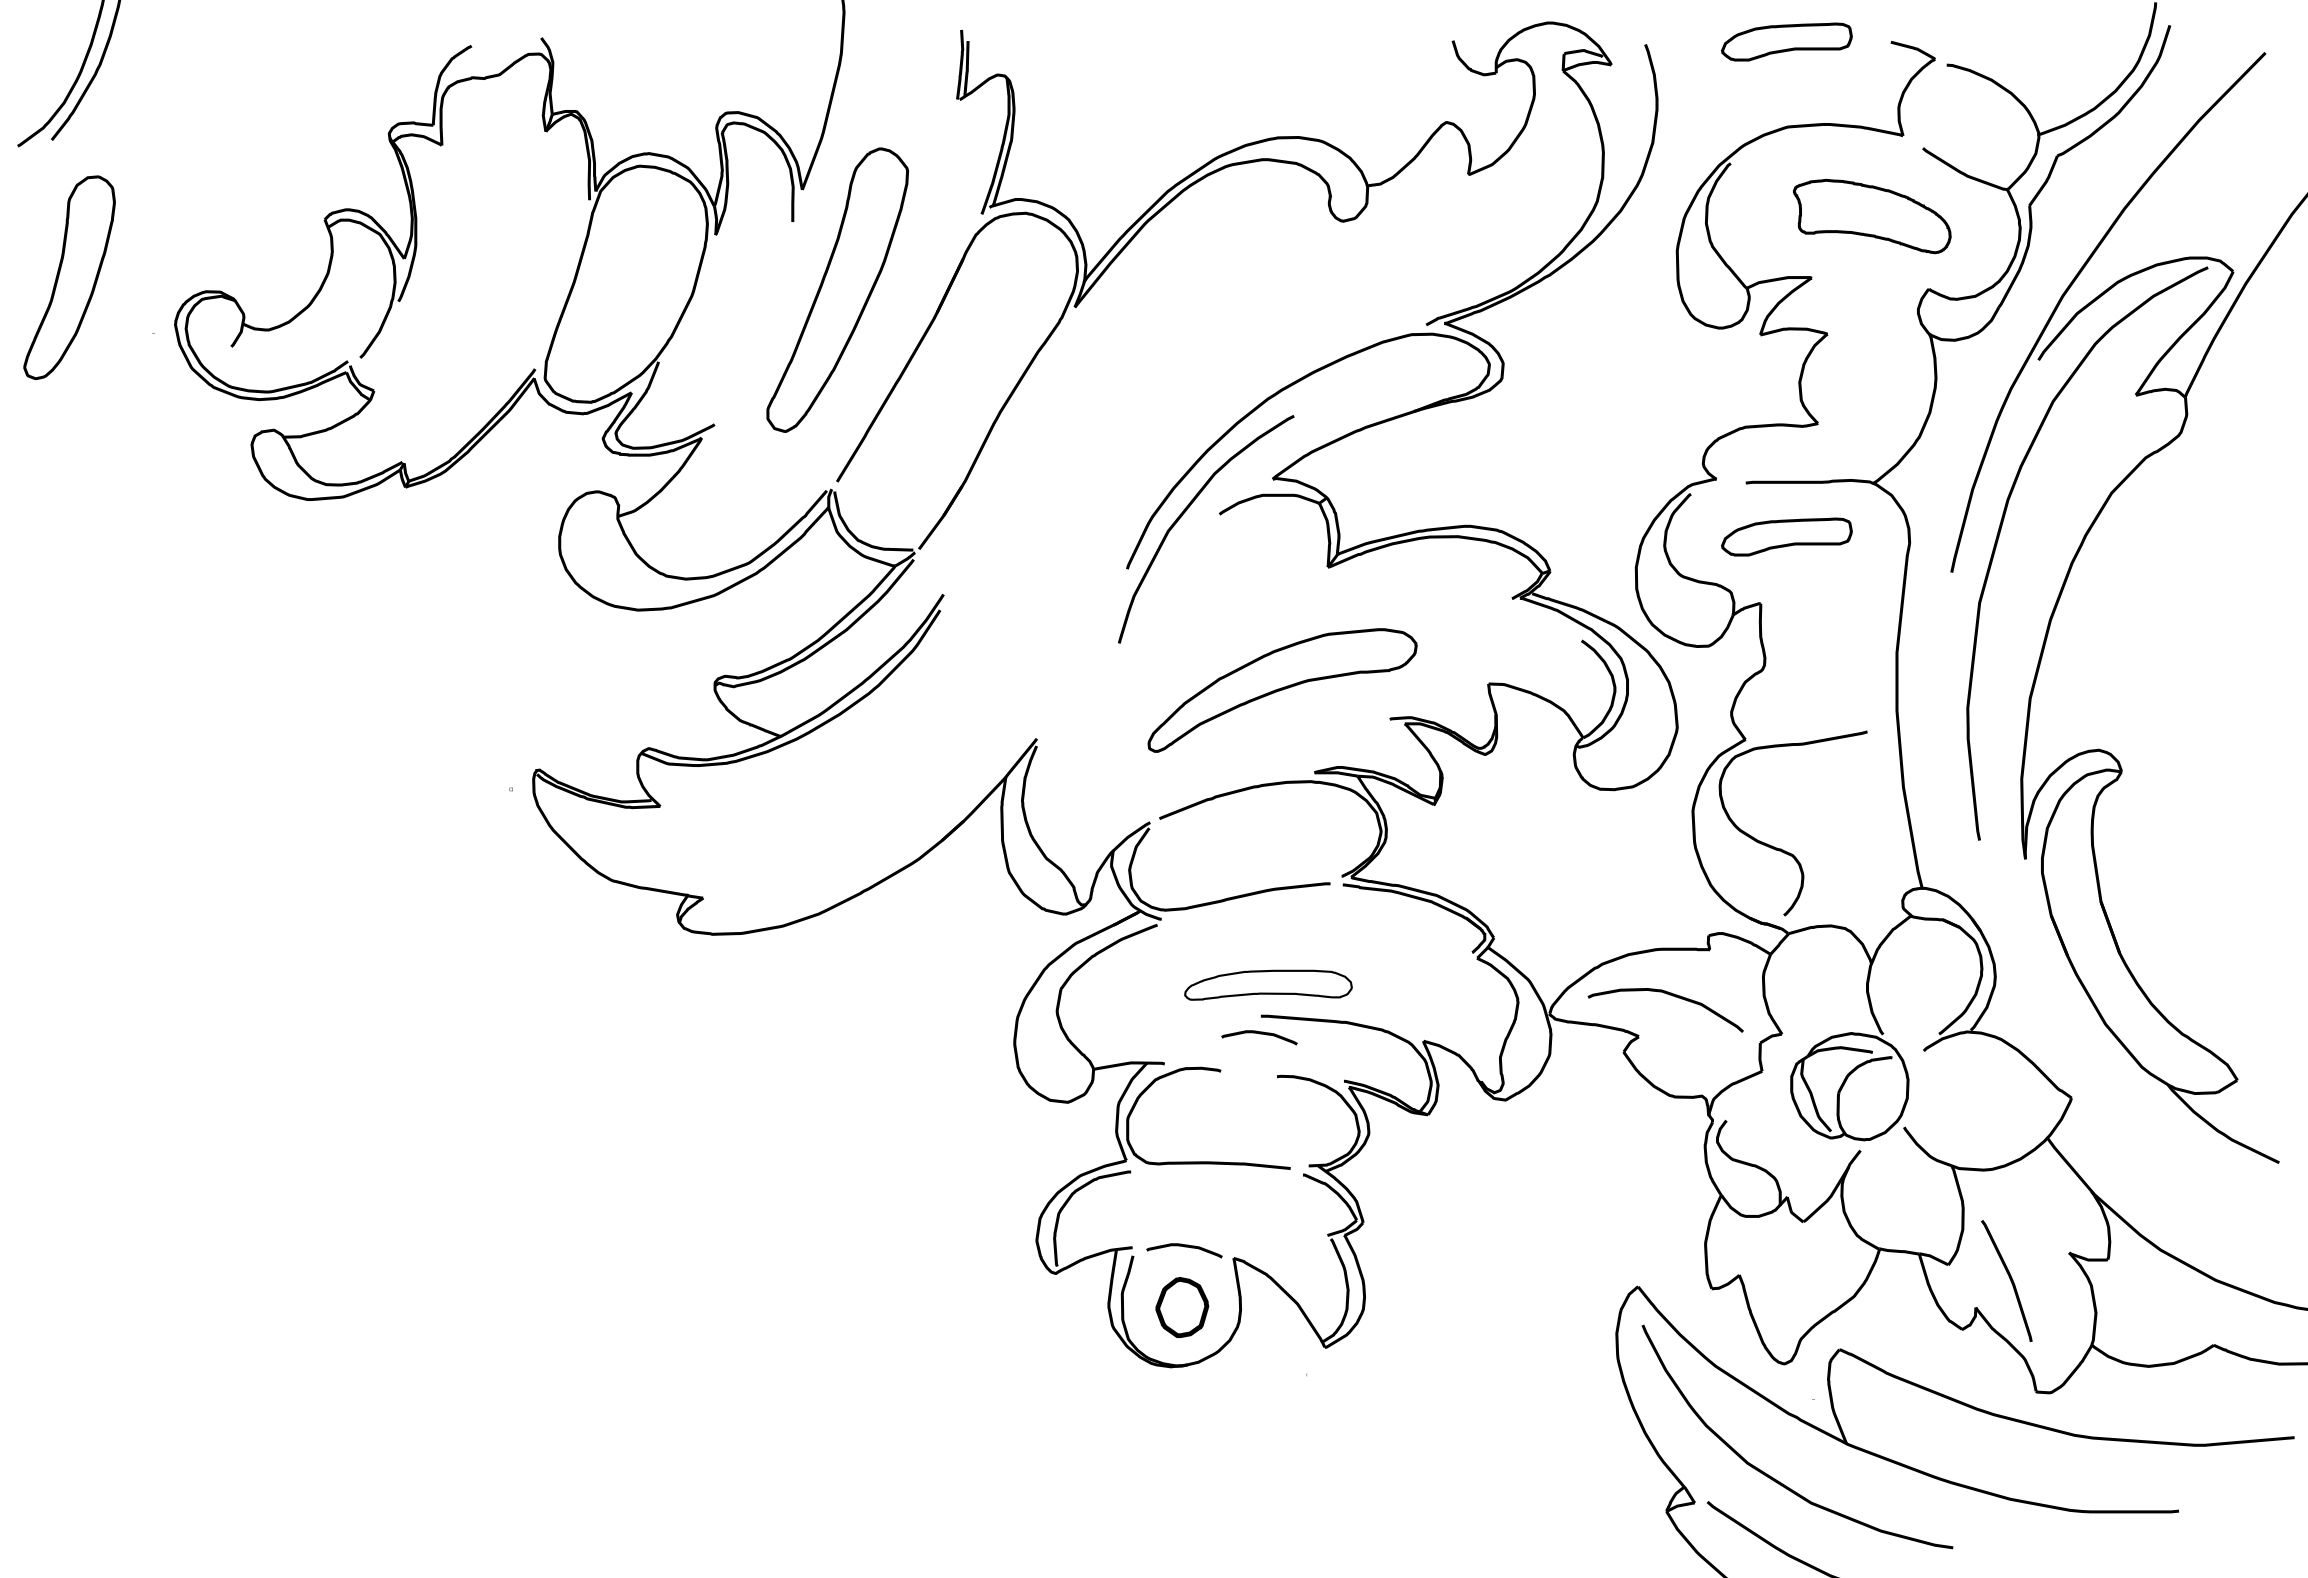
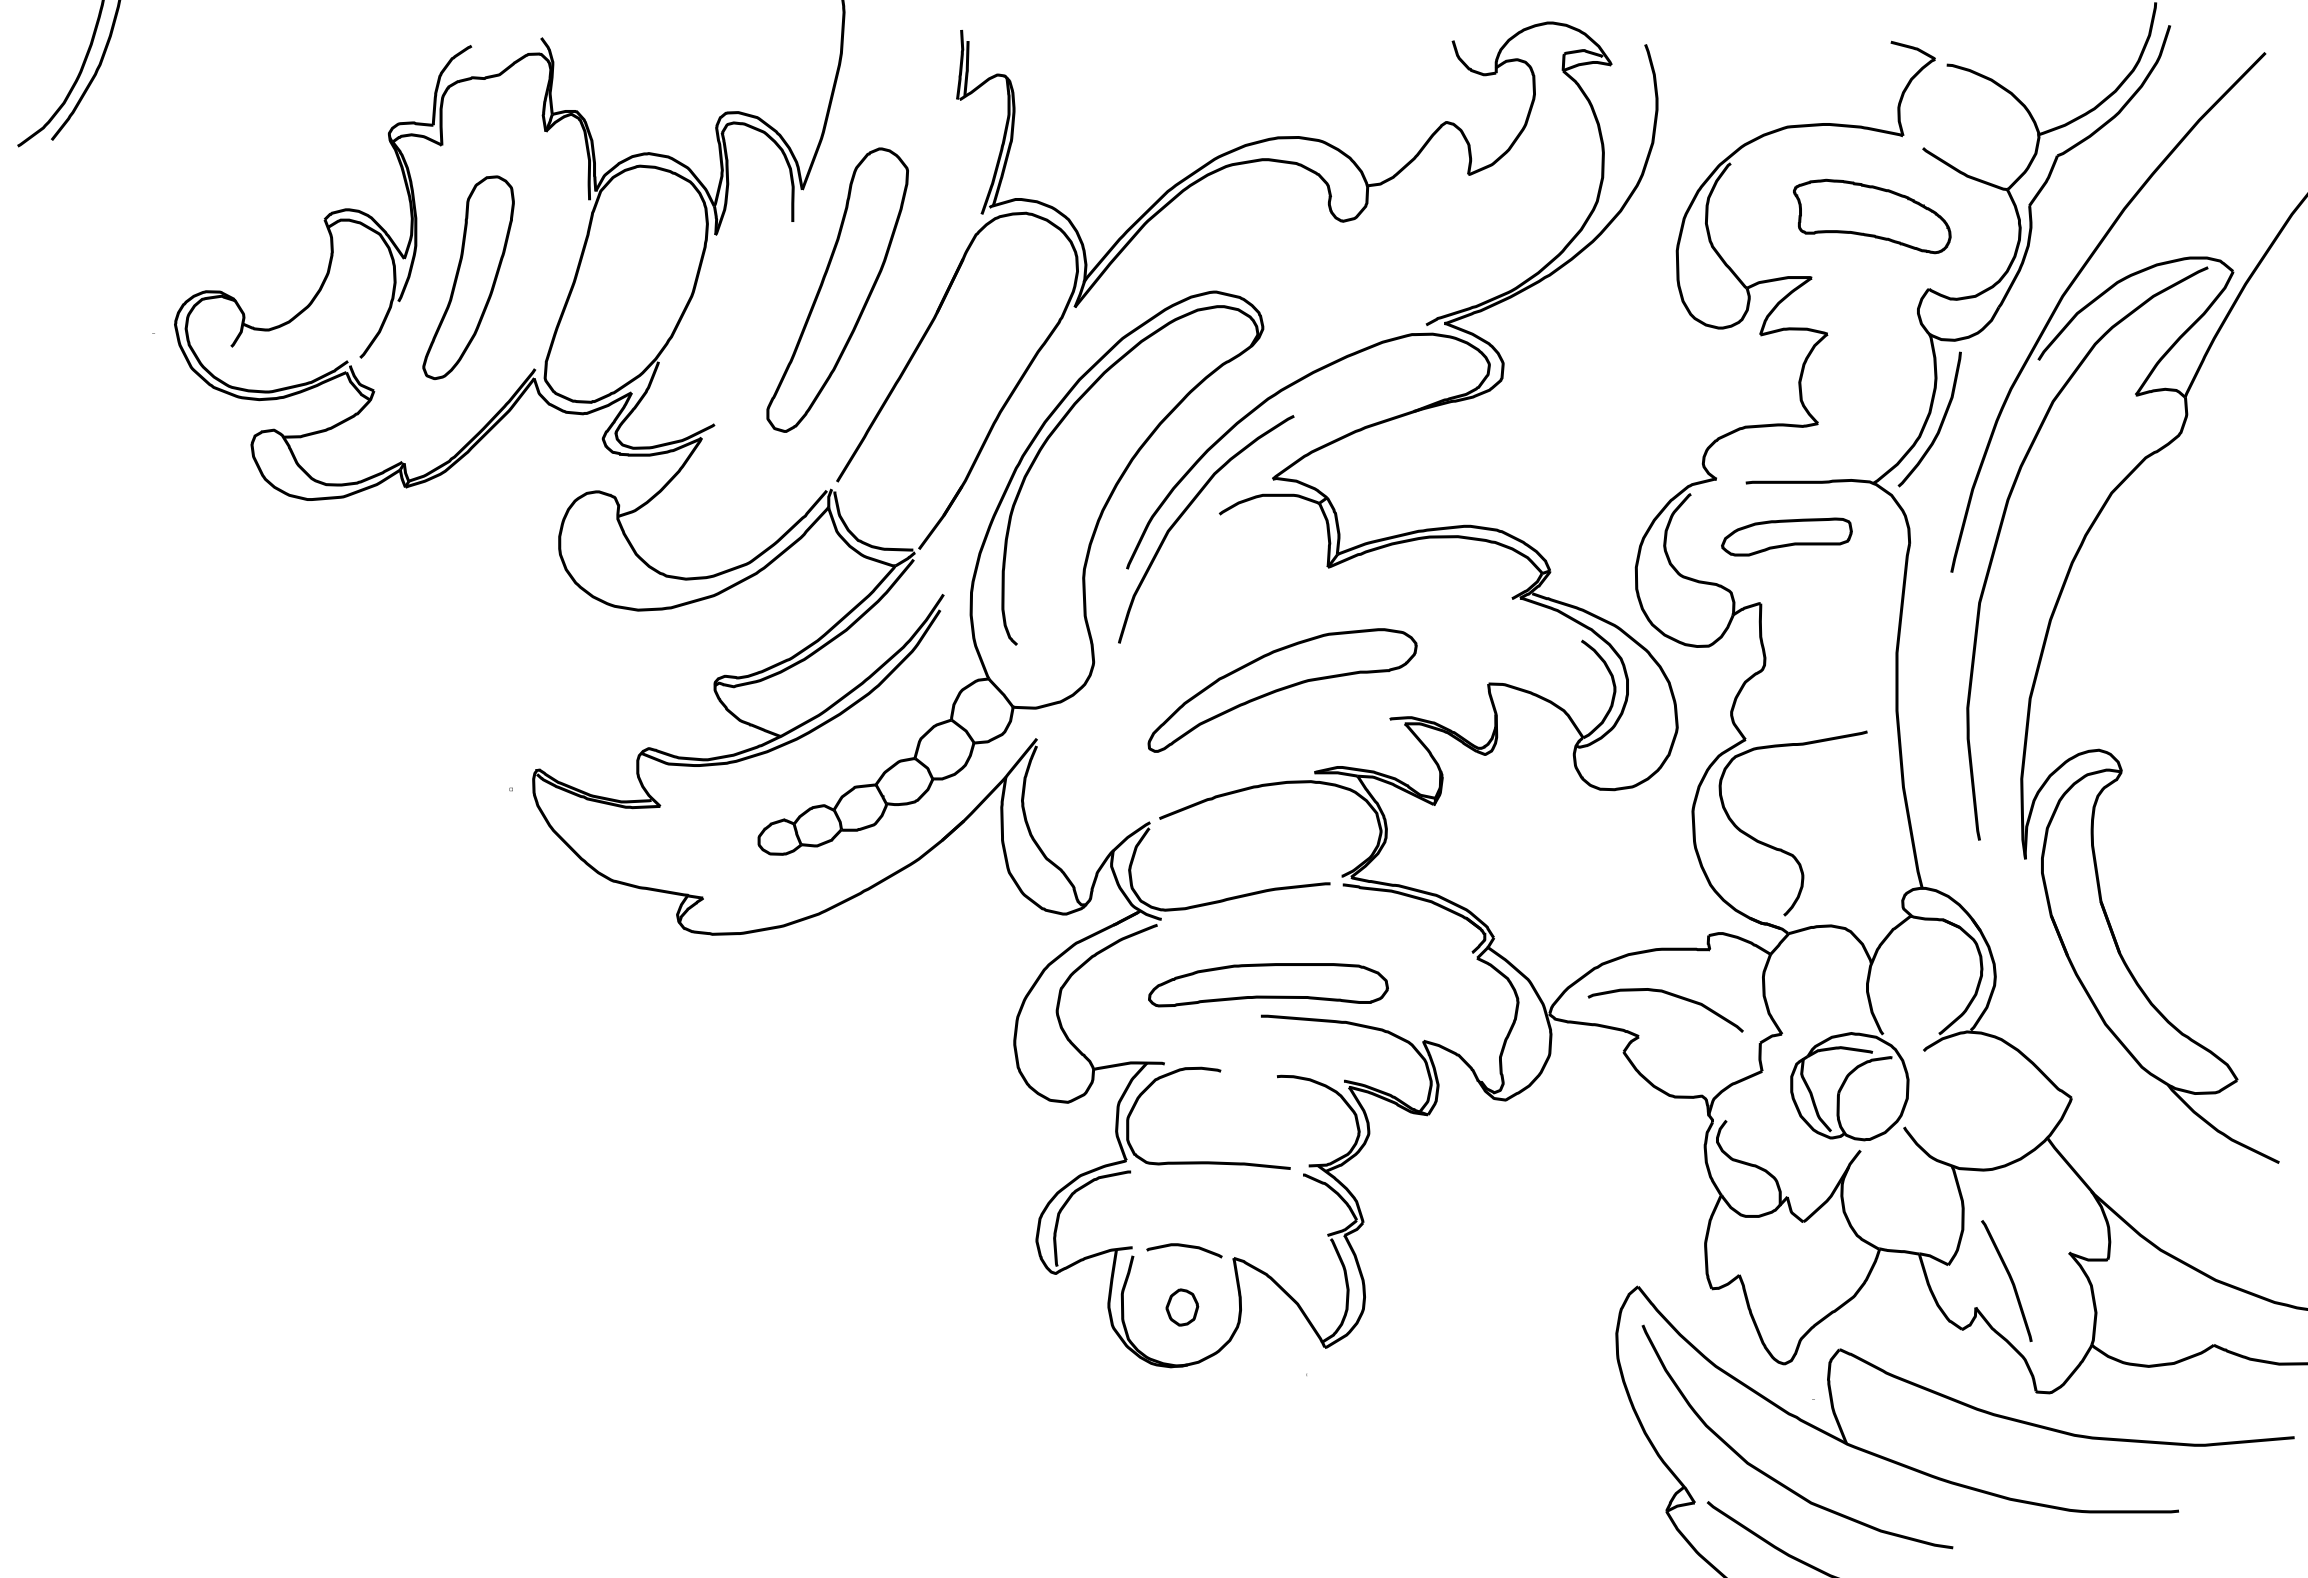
part at (1786, 41): present -> none
part at (69, 277) position: (69, 277) -> (468, 277)
curve at (1940, 422): none -> present
part at (1010, 572): none -> present
part at (1268, 984) size: 169x32 px -> 241x45 px
curve at (1259, 1034): present -> none
part at (1182, 1307) size: 55x61 px -> 35x39 px
